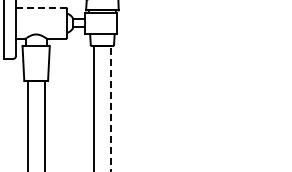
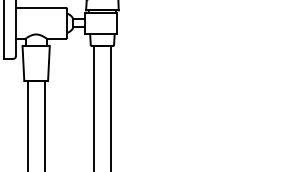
line at (40, 7): dashed -> solid
line at (111, 108): dashed -> solid
